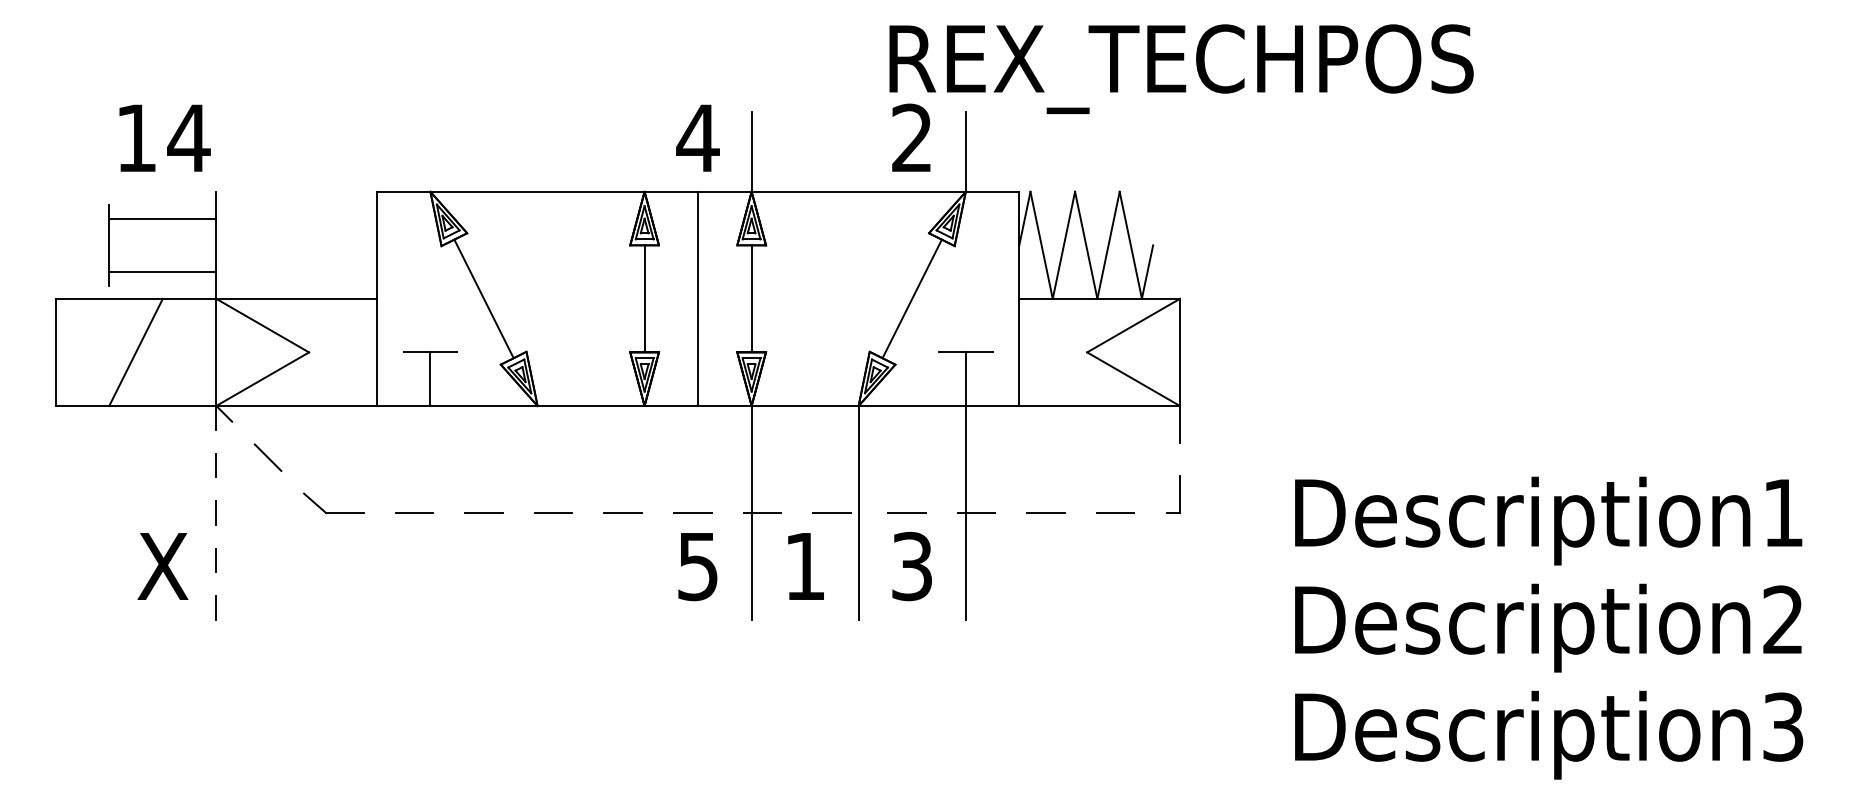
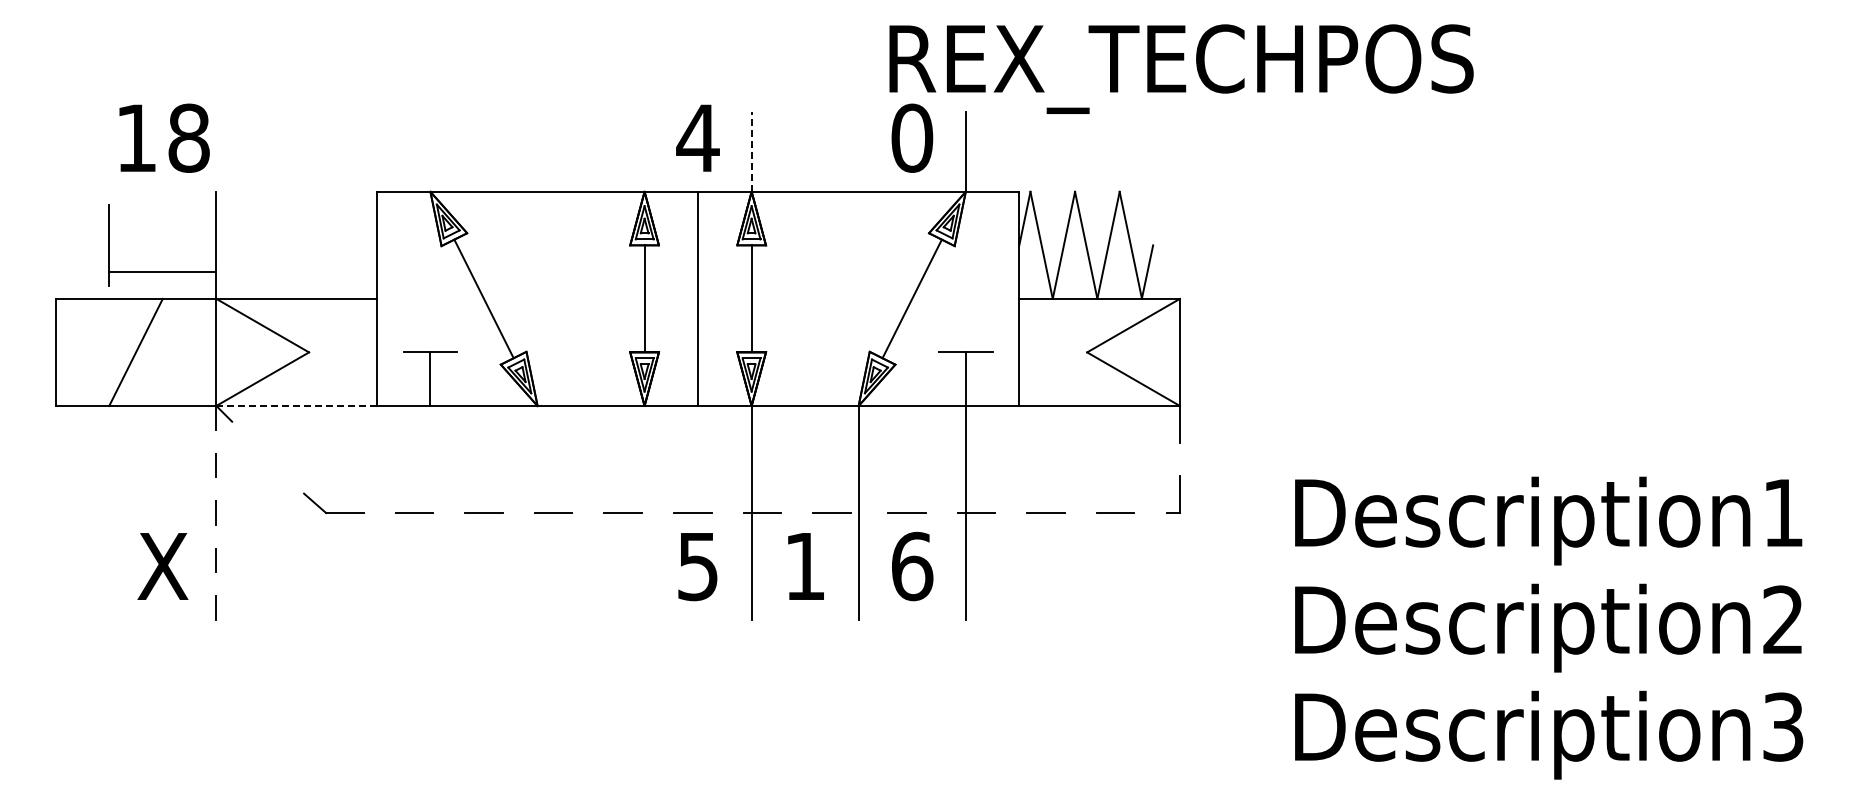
text at (188, 137): 14 -> 18
text at (912, 137): 2 -> 0
line at (751, 151): solid -> dashed
line at (162, 218): present -> none
line at (296, 405): solid -> dashed
line at (267, 457): present -> none
text at (912, 566): 3 -> 6
